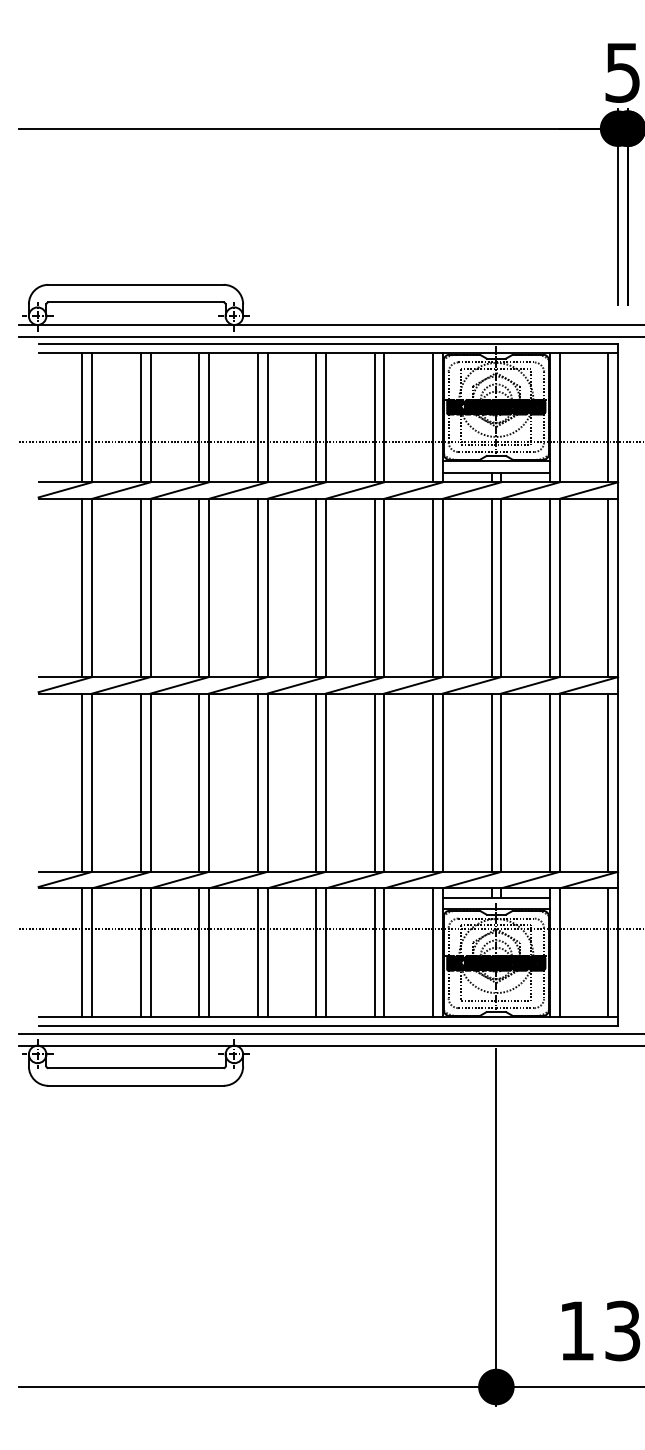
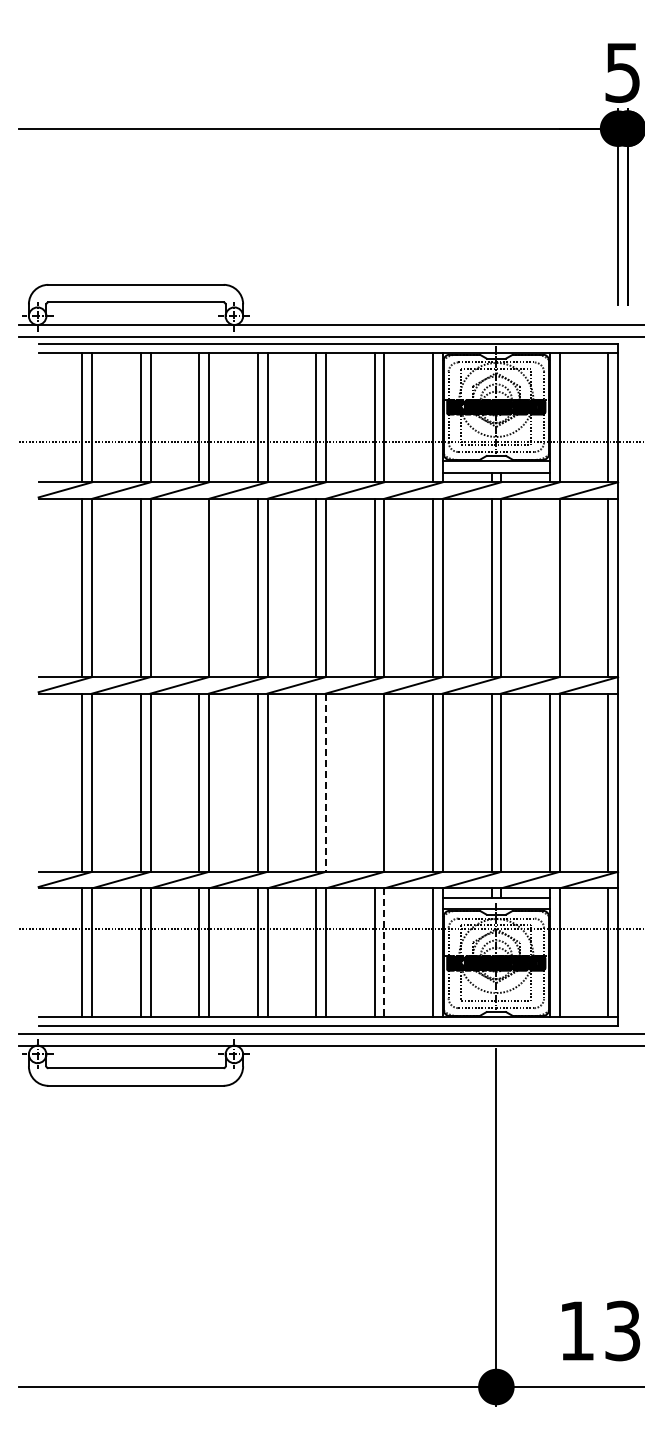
line at (199, 587): present -> none
line at (549, 587): present -> none
line at (374, 782): present -> none
line at (325, 783): solid -> dashed
line at (384, 952): solid -> dashed
